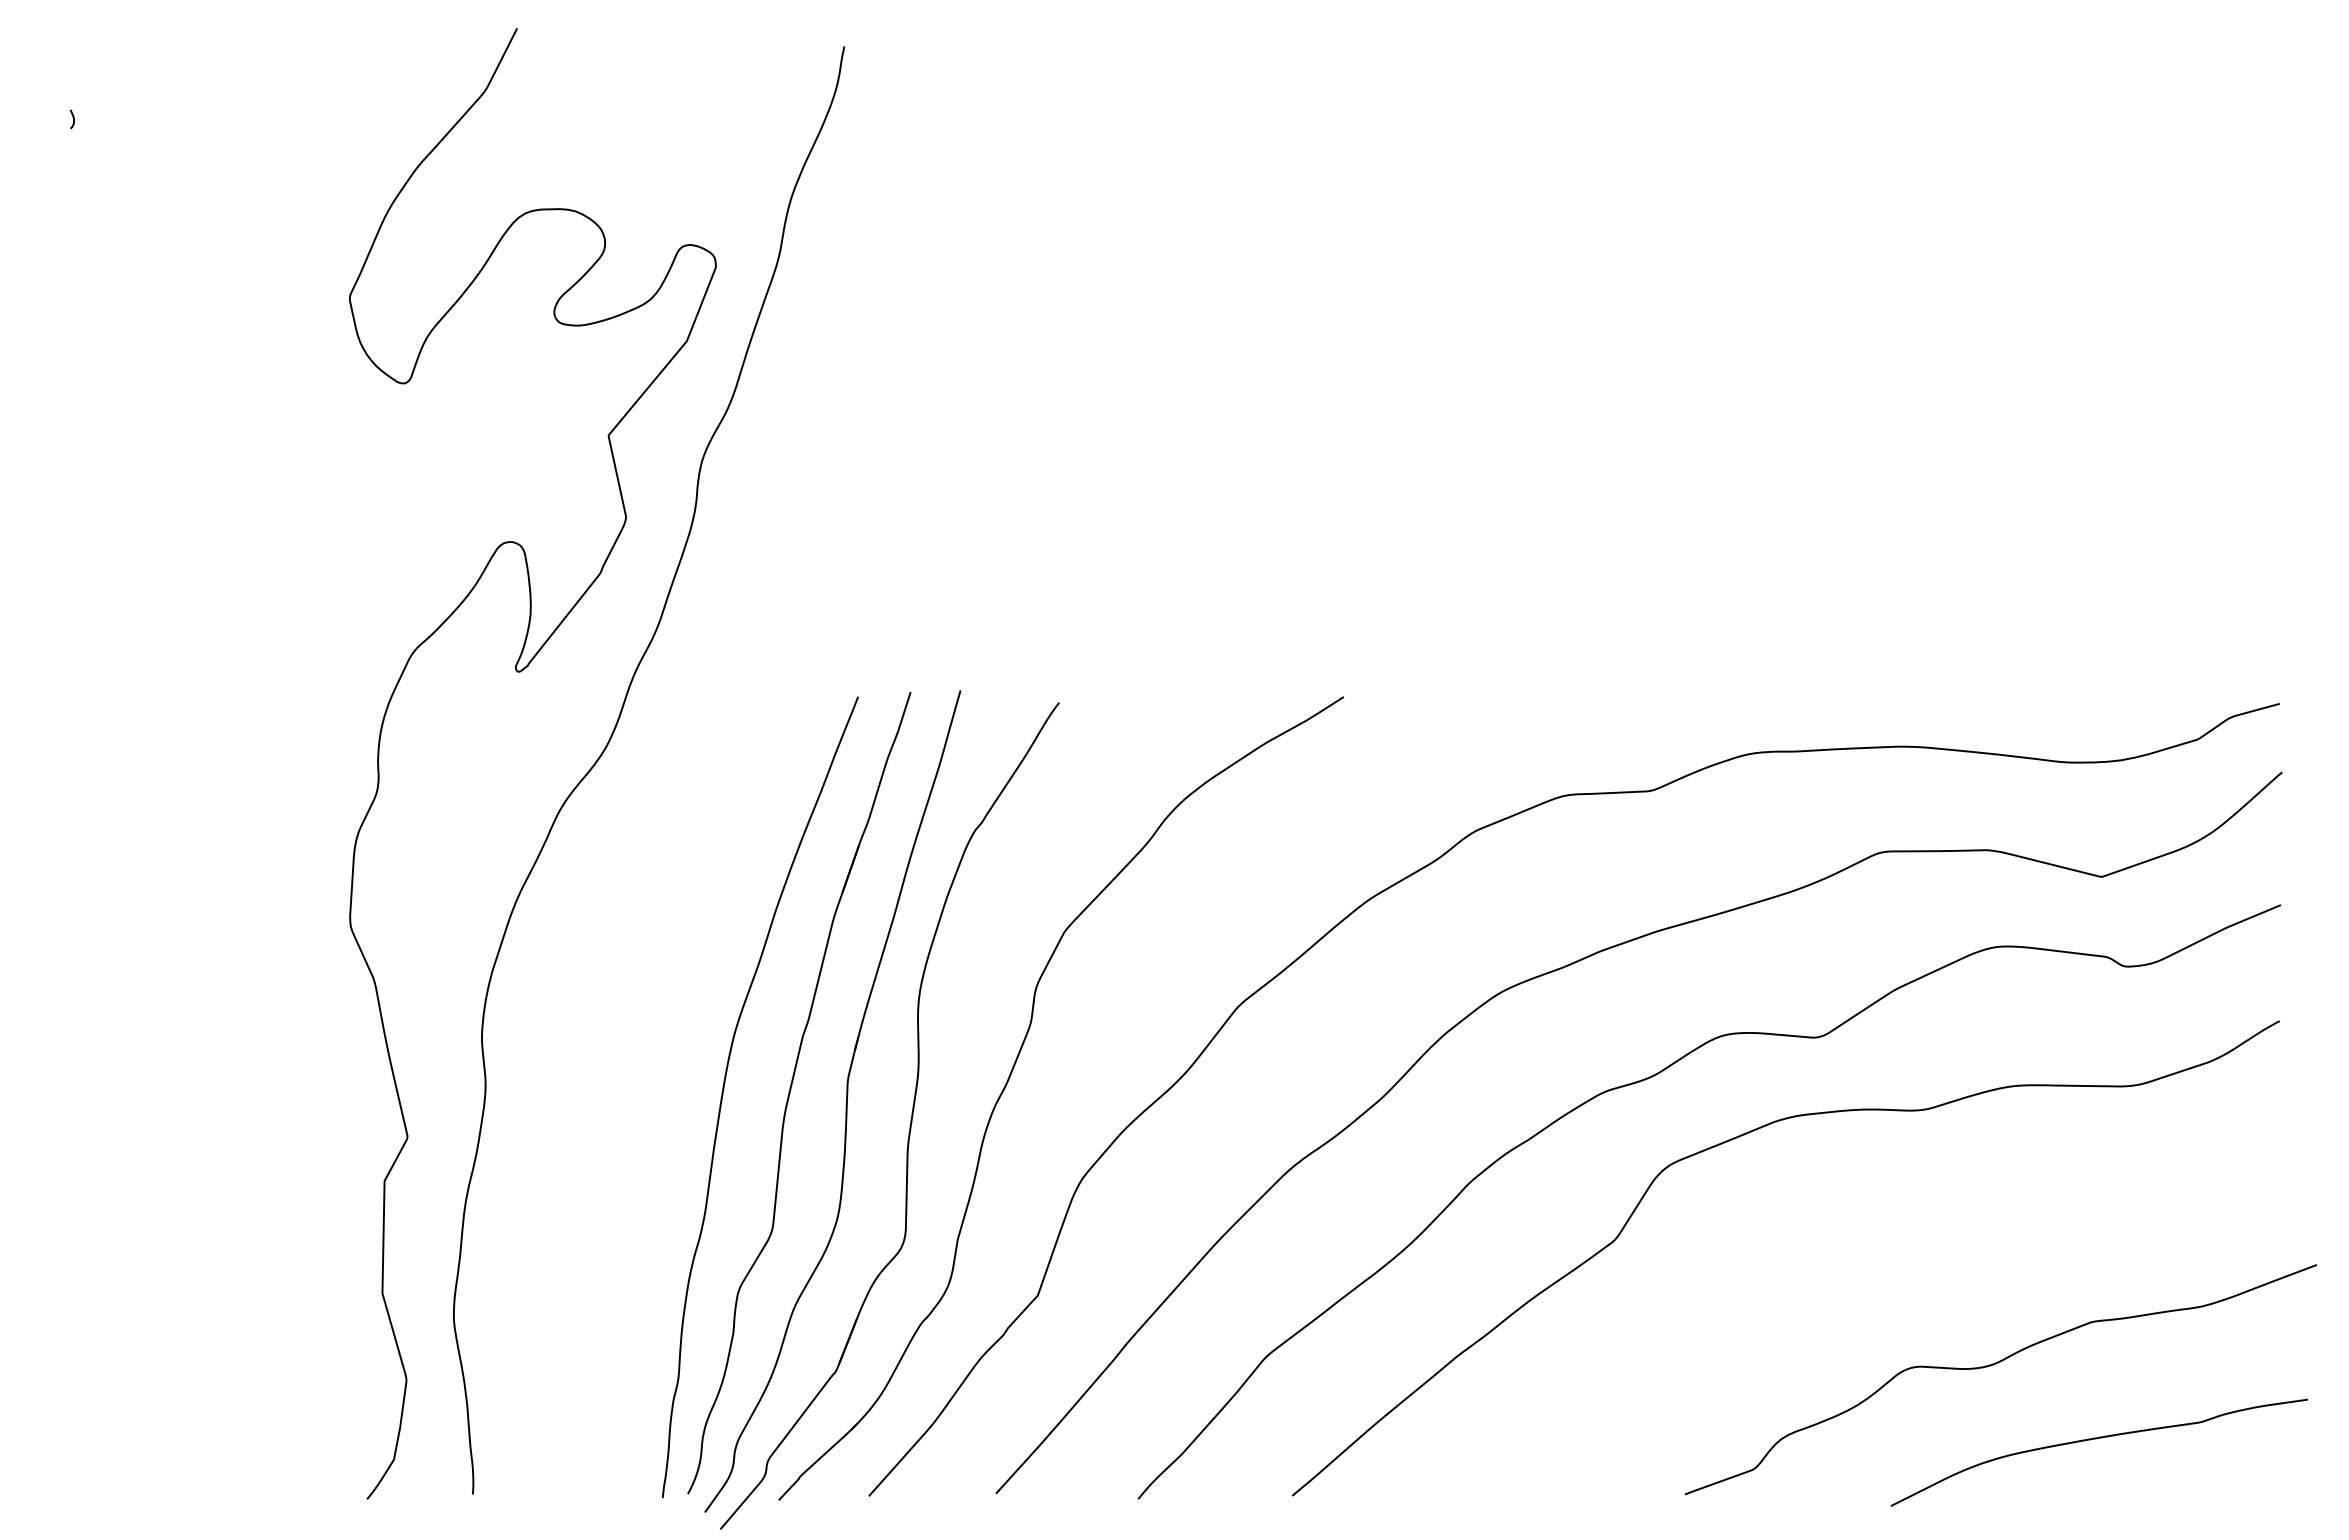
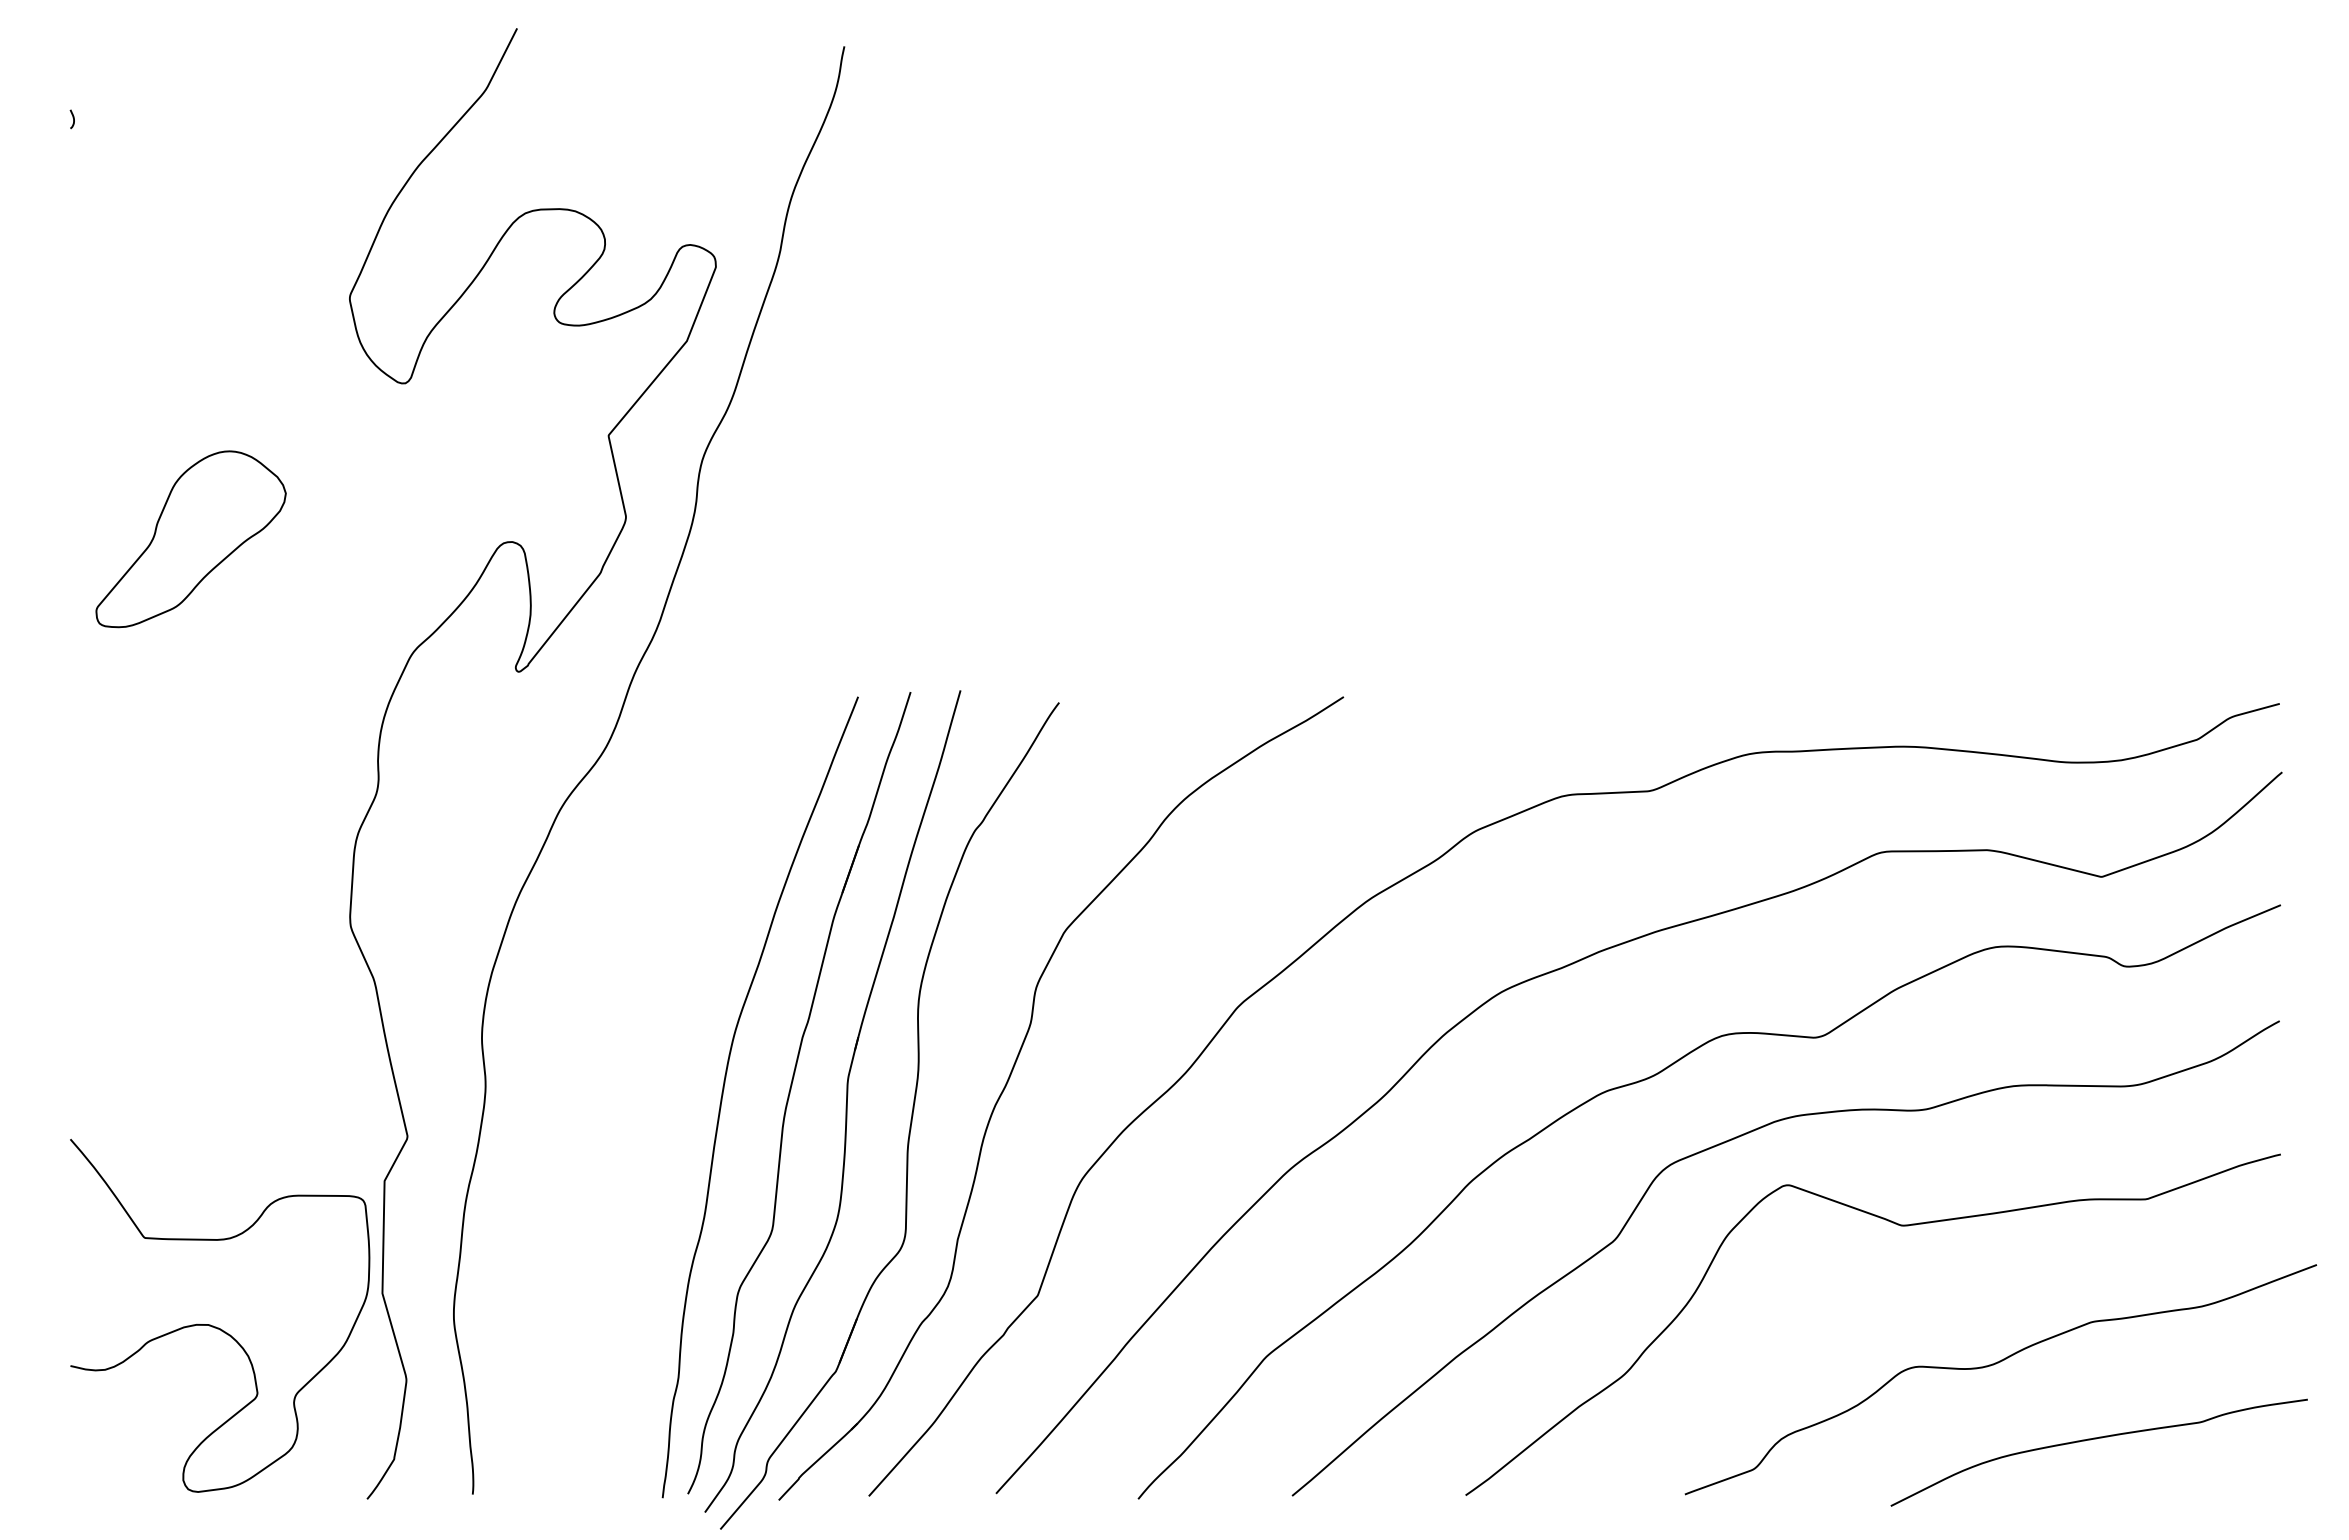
part at (190, 539): none -> present
curve at (1900, 1226): none -> present
curve at (216, 1326): none -> present
